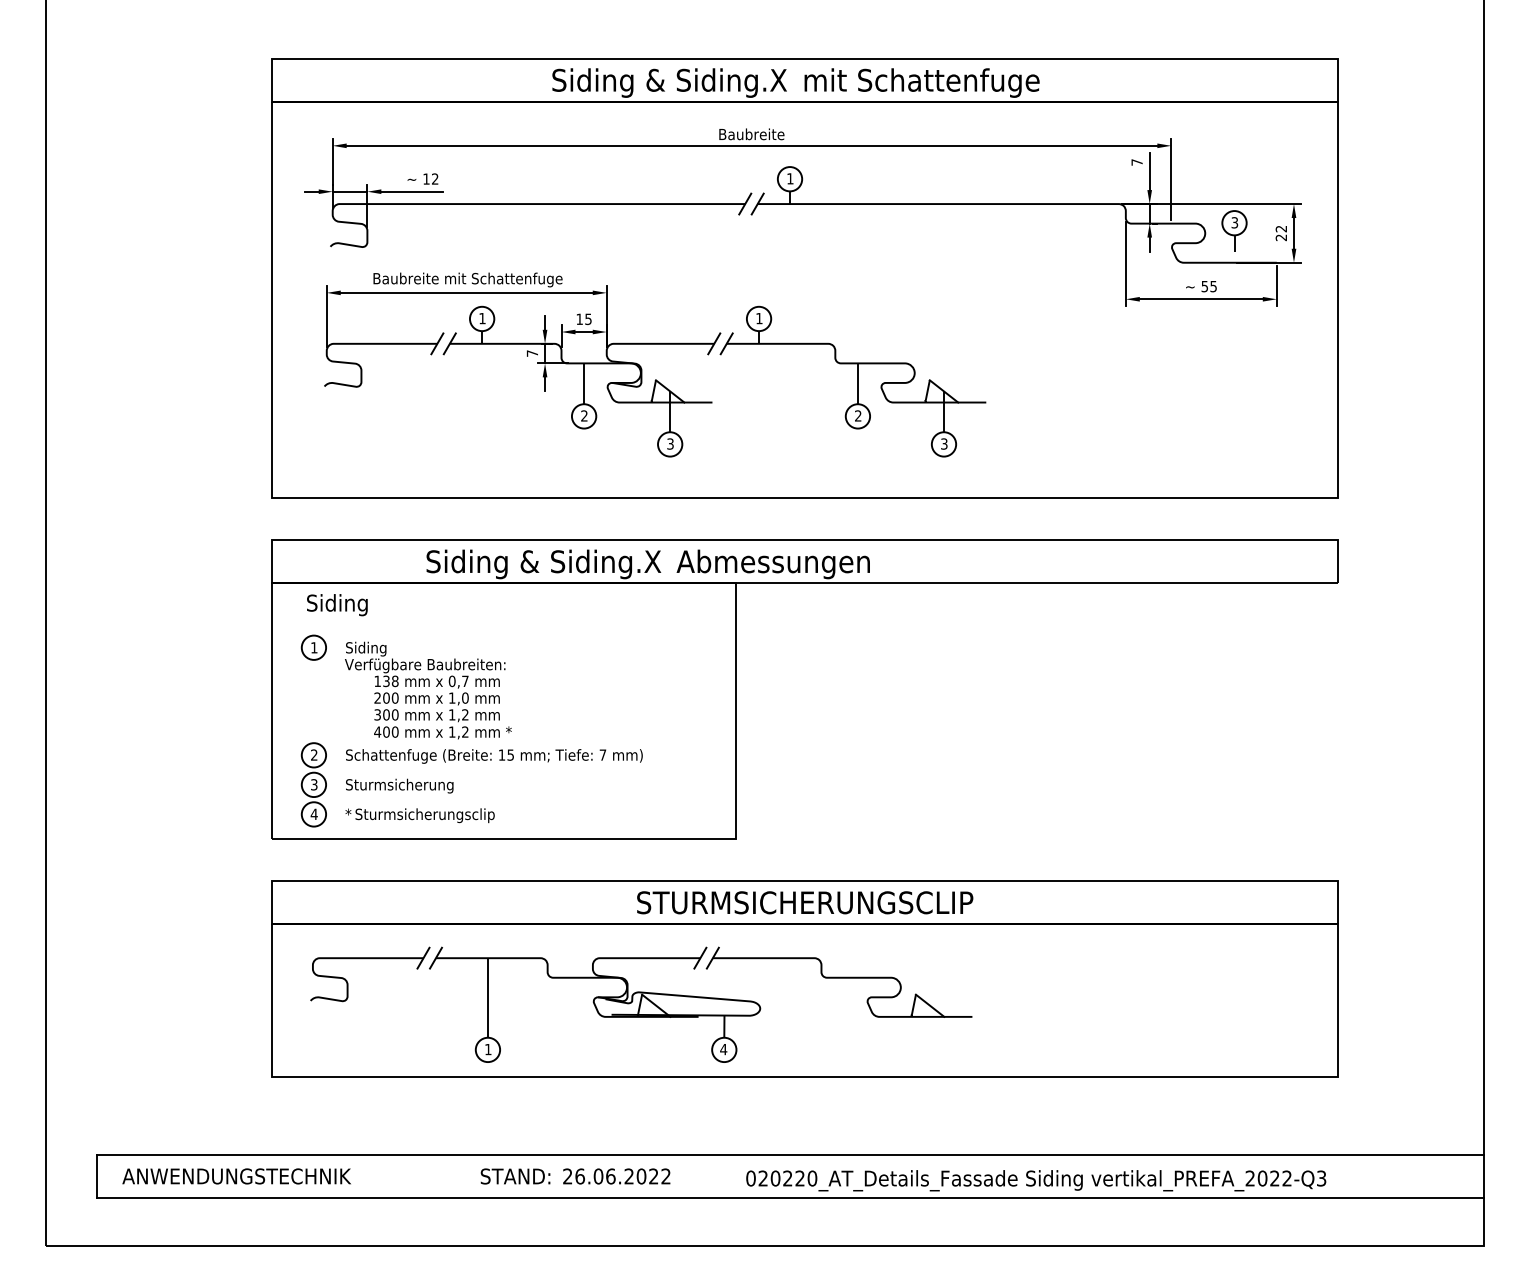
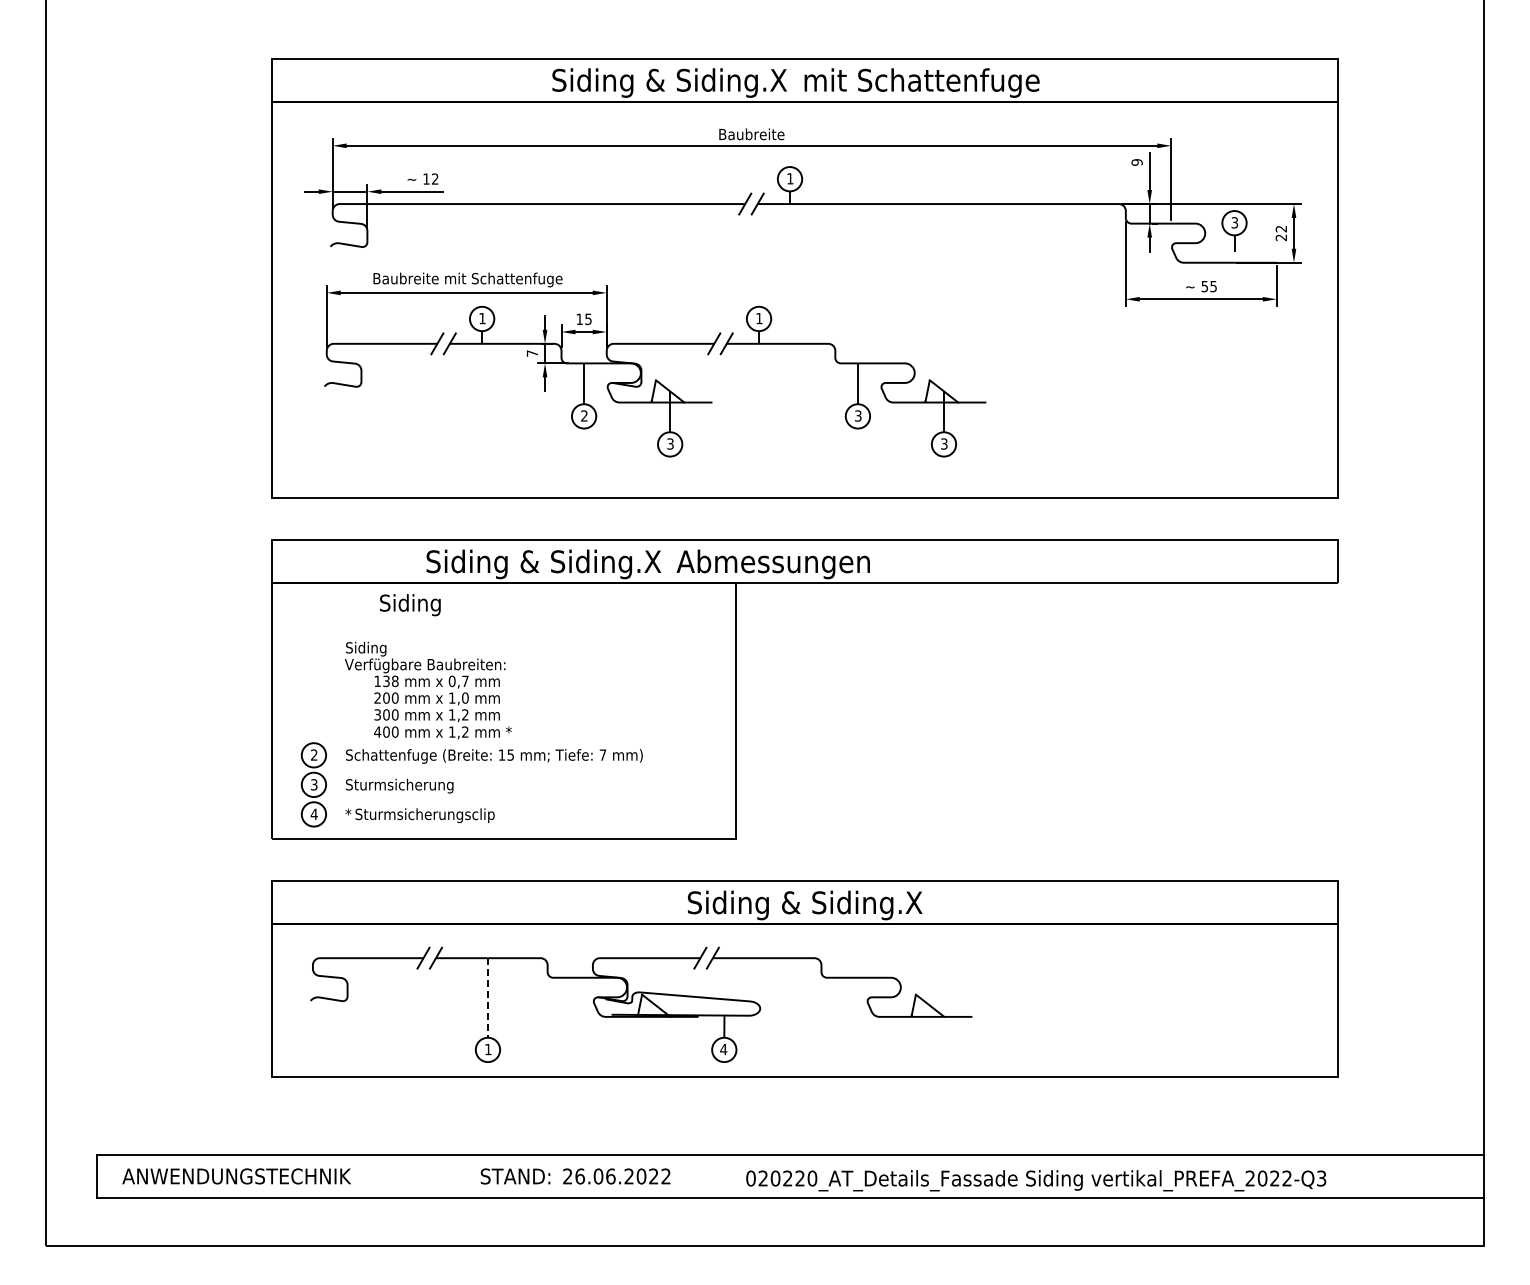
text at (1136, 162): 7 -> 9
text at (858, 416): 2 -> 3
text at (337, 605) position: (337, 605) -> (410, 605)
part at (313, 647): present -> none
text at (805, 905): STURMSICHERUNGSCLIP -> Siding & Siding.X
line at (487, 997): solid -> dashed
